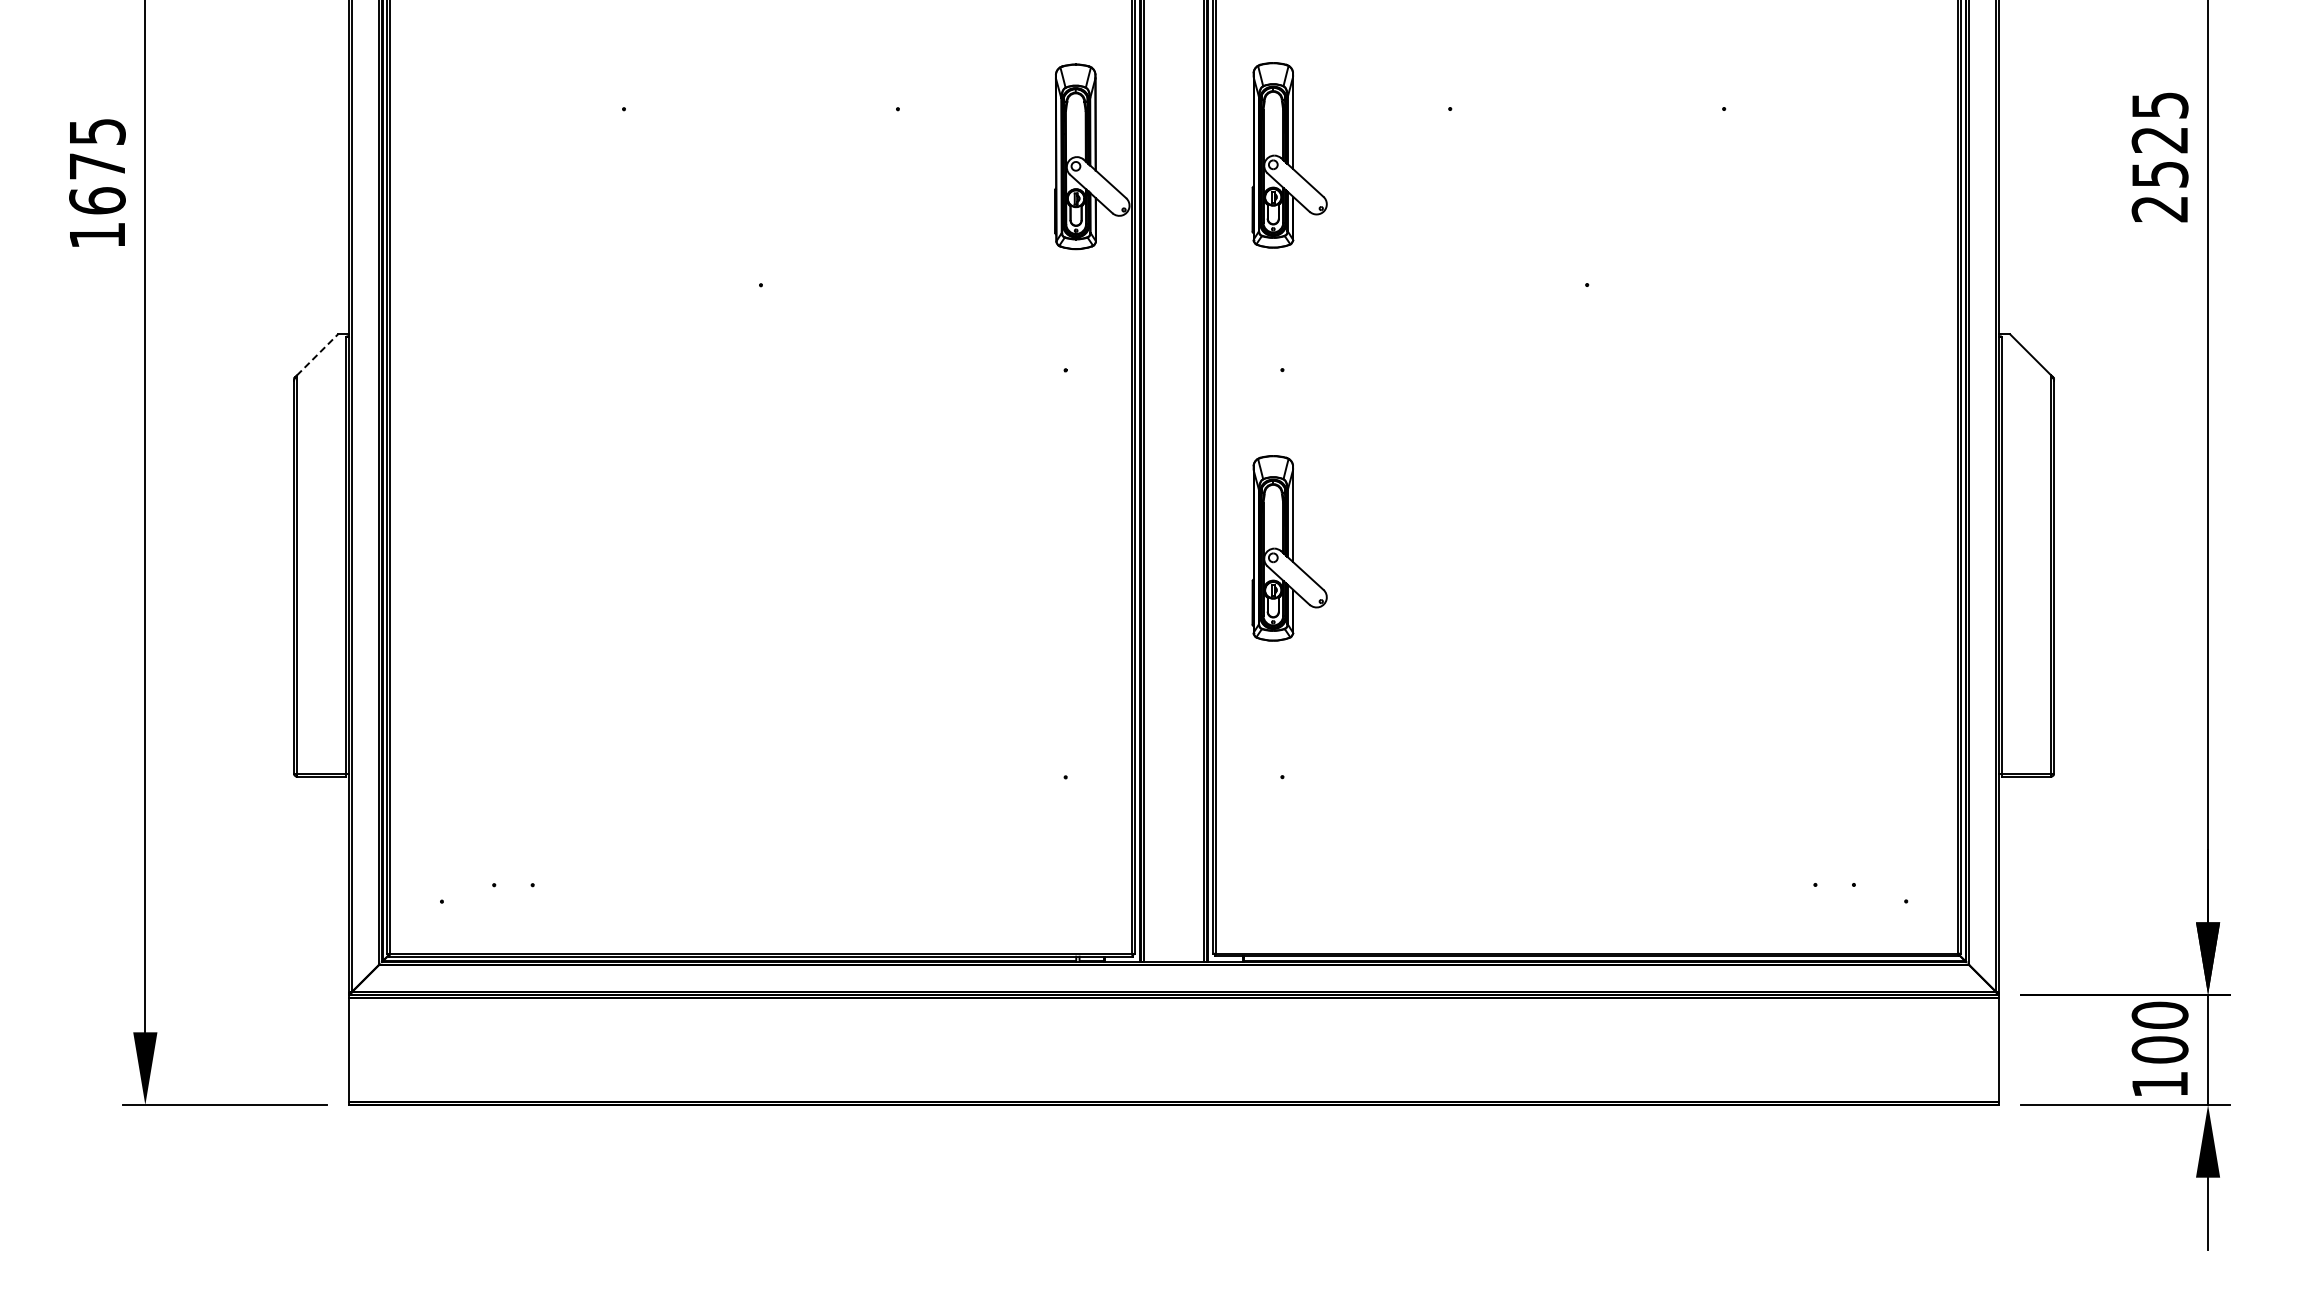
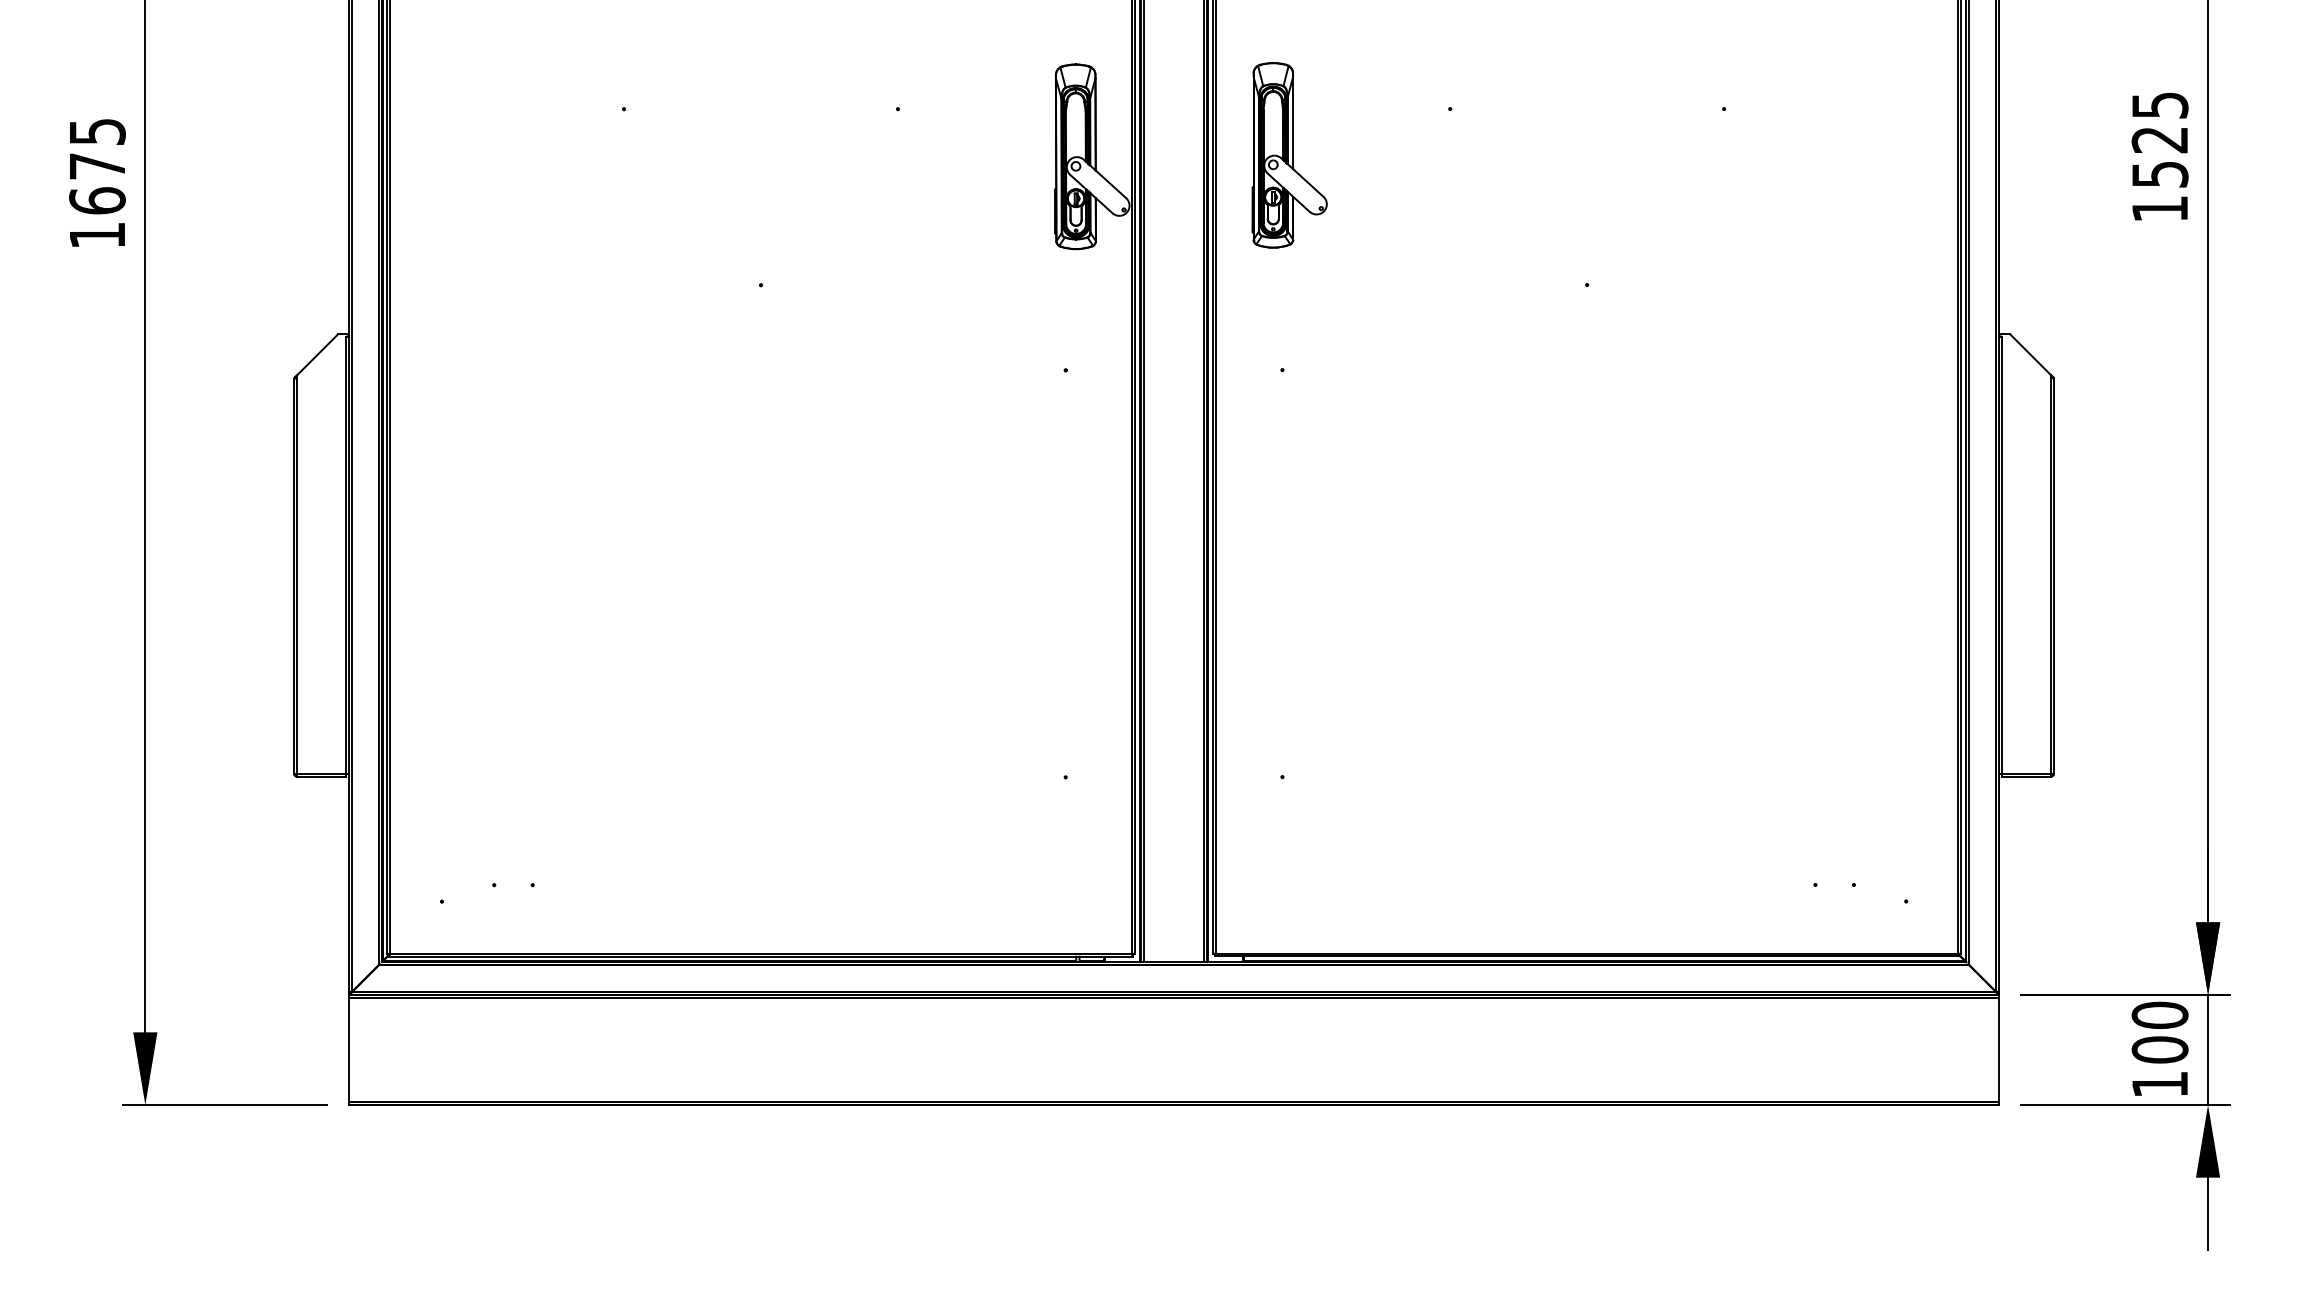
text at (2159, 209): 2525 -> 1525
line at (317, 354): dashed -> solid
part at (1289, 548): present -> none
